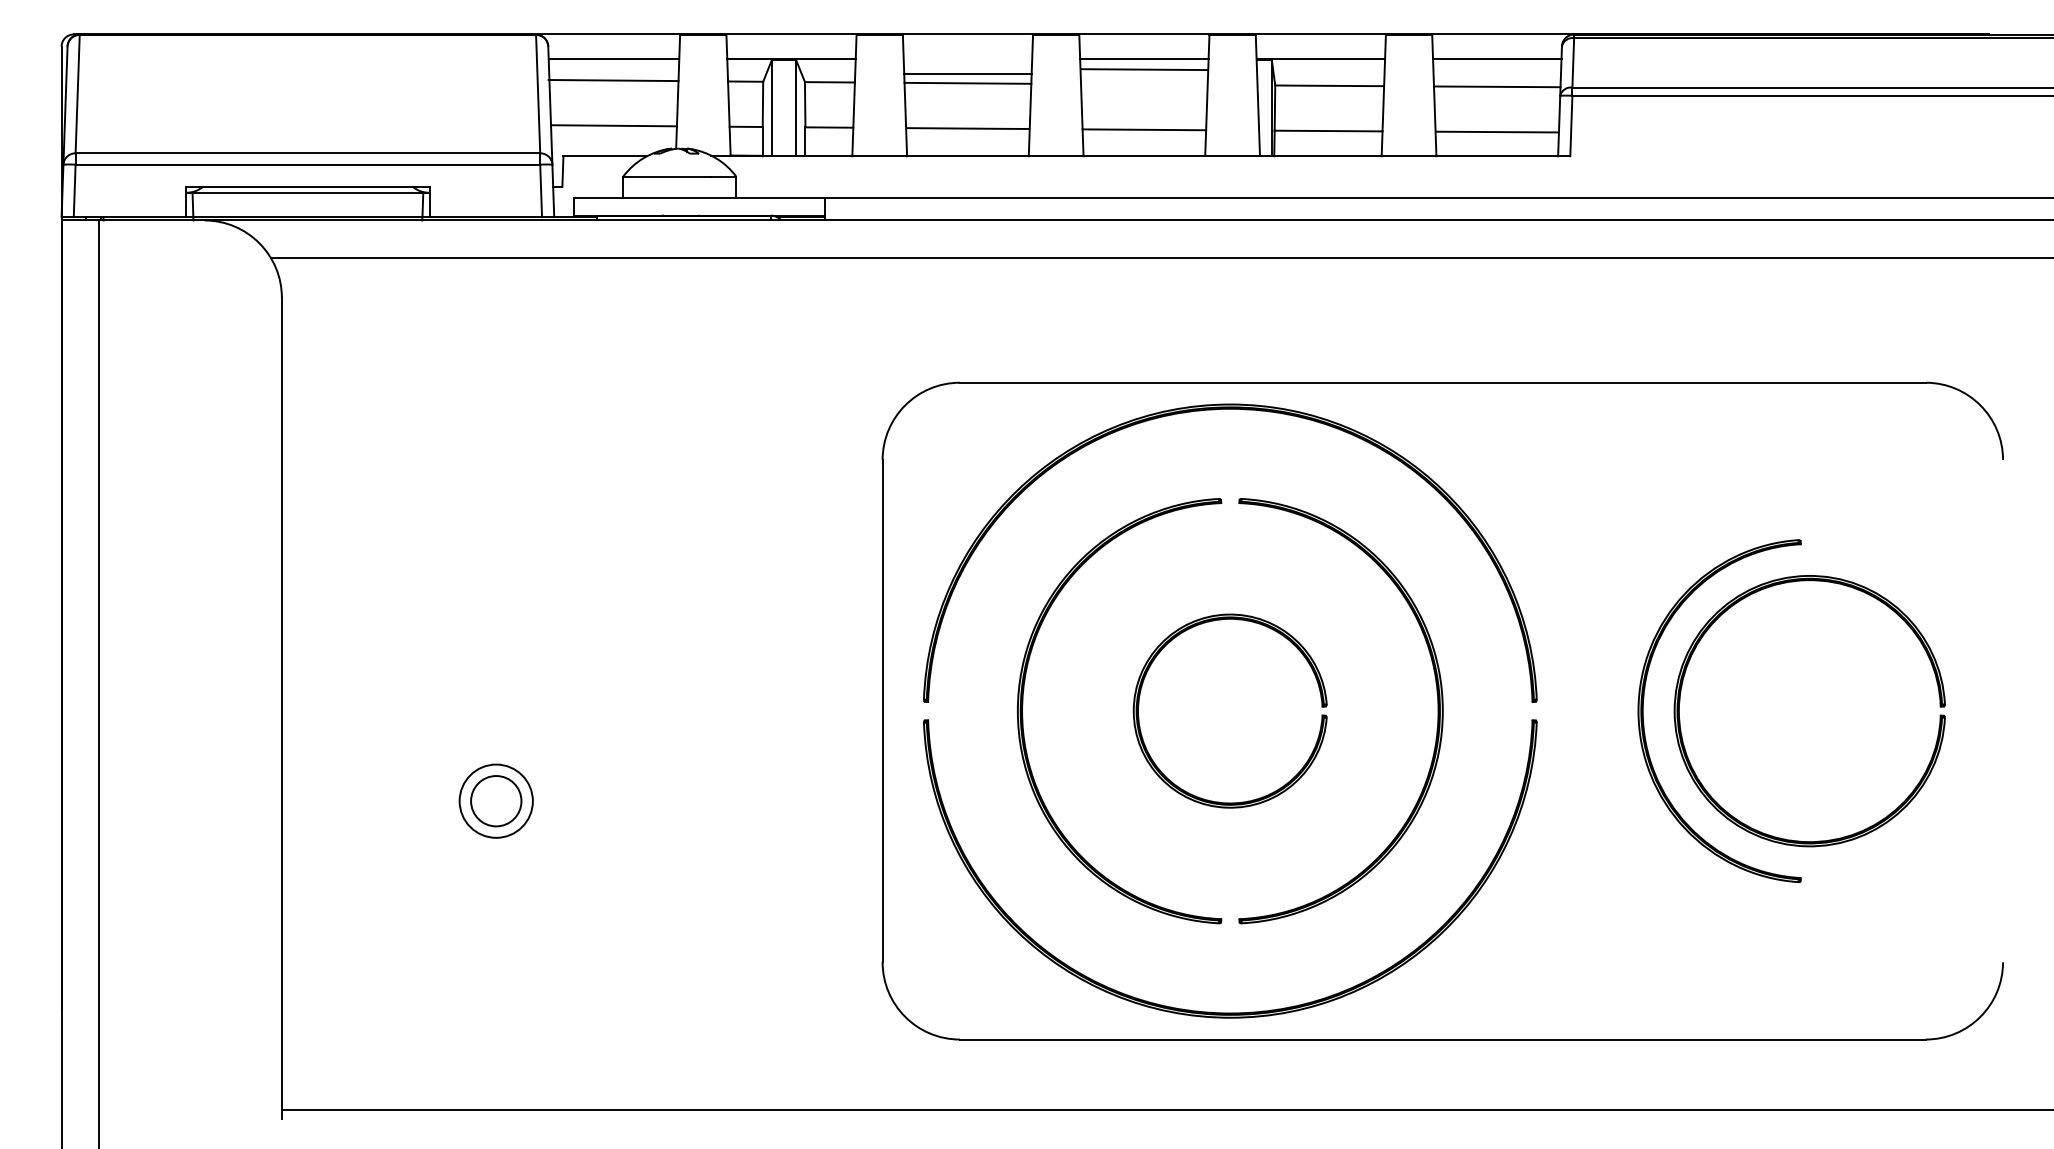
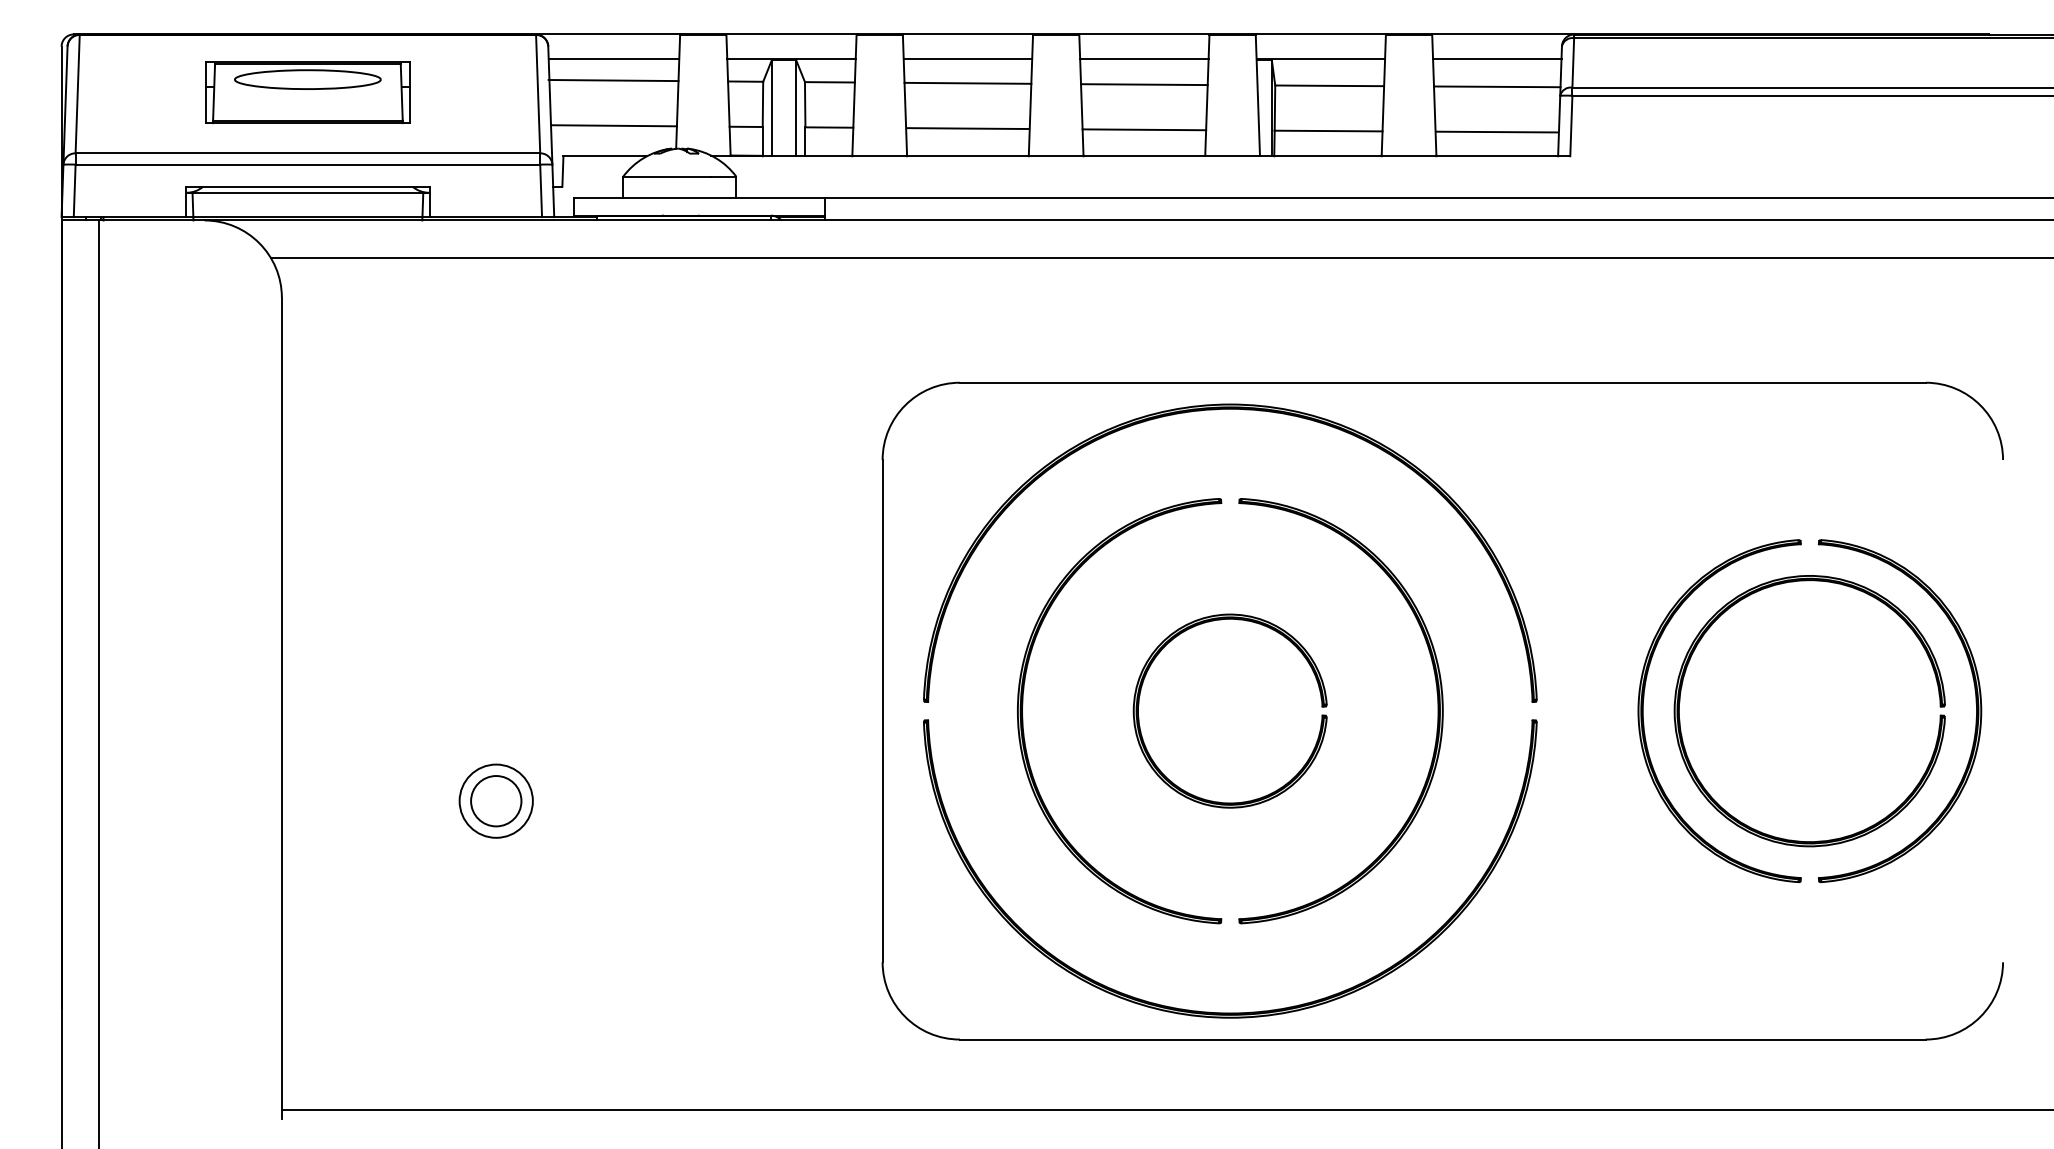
line at (1144, 69) position: (1144, 69) -> (1144, 84)
line at (967, 73) position: (967, 73) -> (967, 58)
part at (307, 92): none -> present
part at (1975, 703): none -> present
